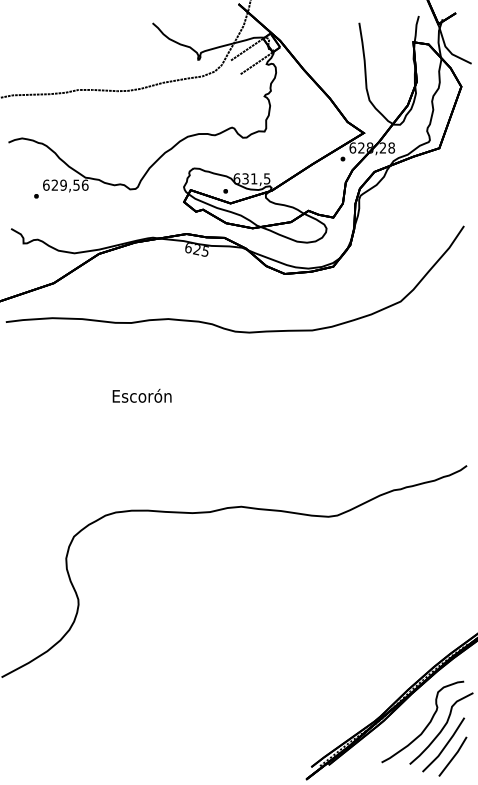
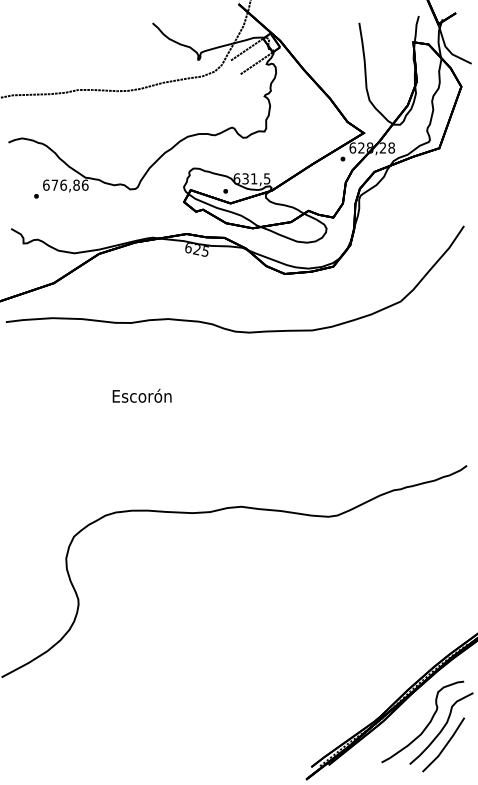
text at (65, 184): 629,56 -> 676,86
line at (453, 756): present -> none
